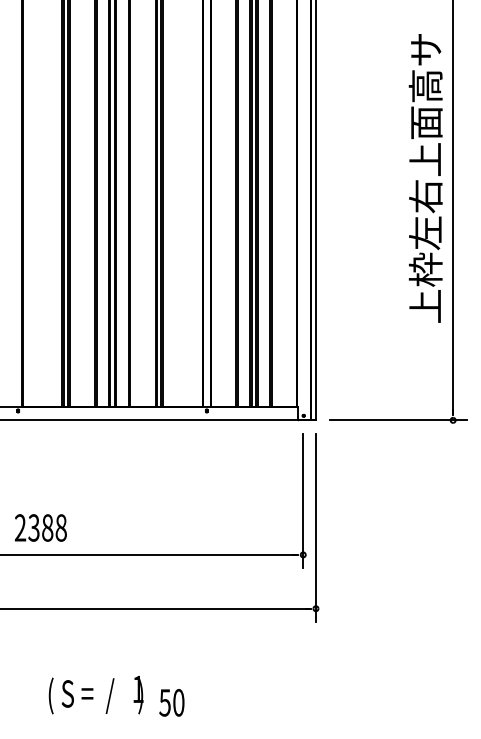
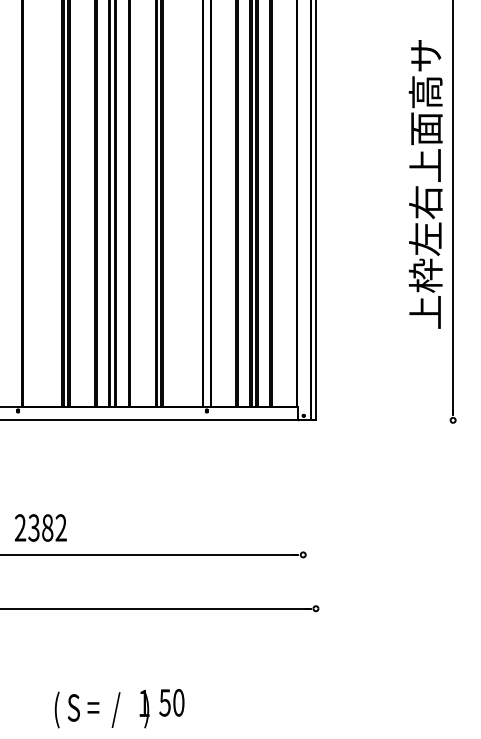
text at (425, 178) position: (425, 178) -> (425, 184)
line at (397, 420): present -> none
line at (303, 500): present -> none
text at (60, 527): 2388 -> 2382
line at (315, 527): present -> none
text at (95, 695) position: (95, 695) -> (101, 709)
